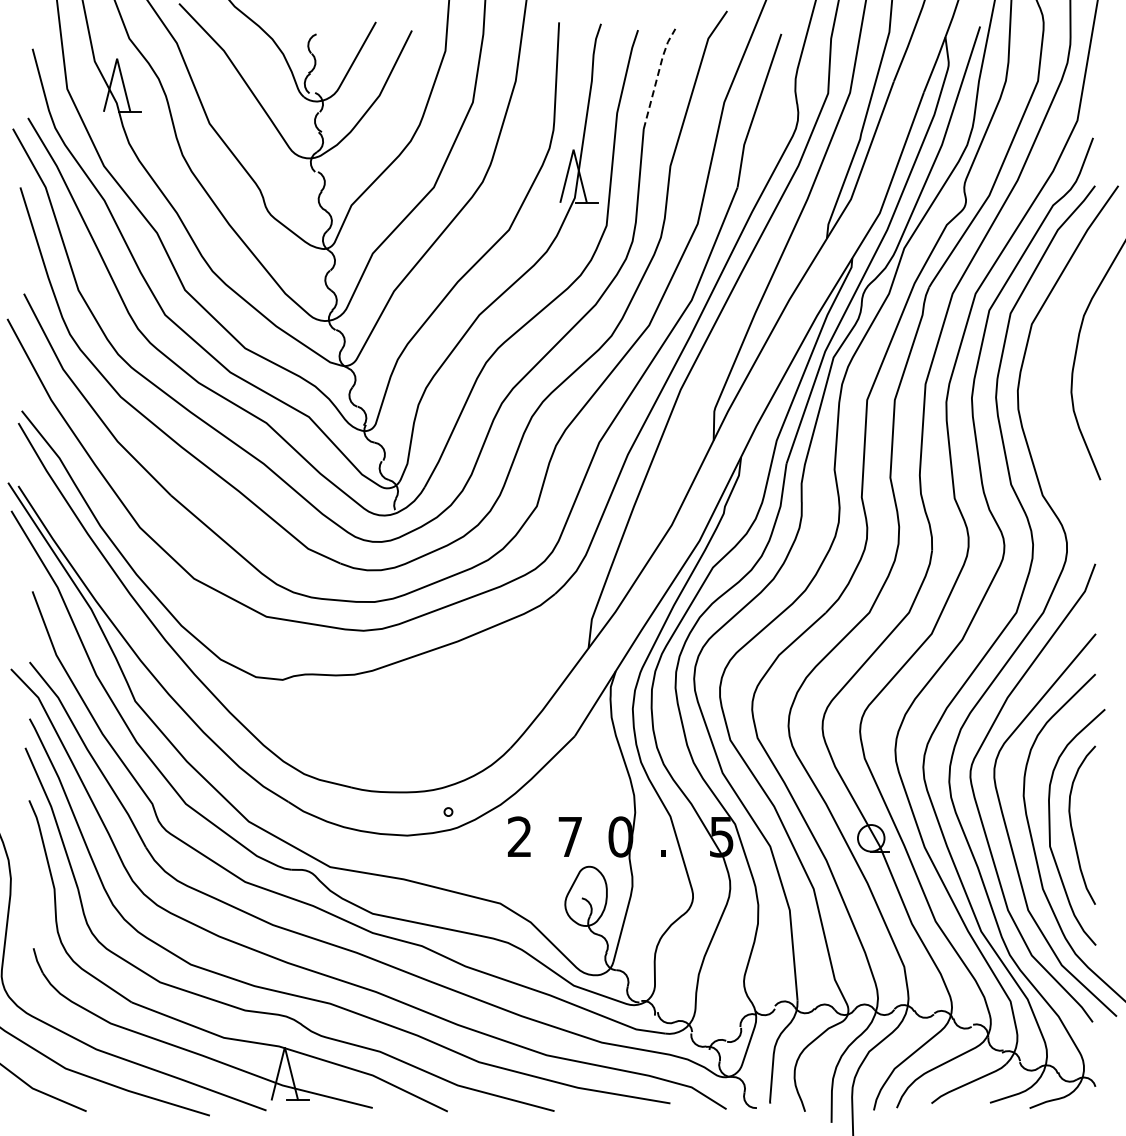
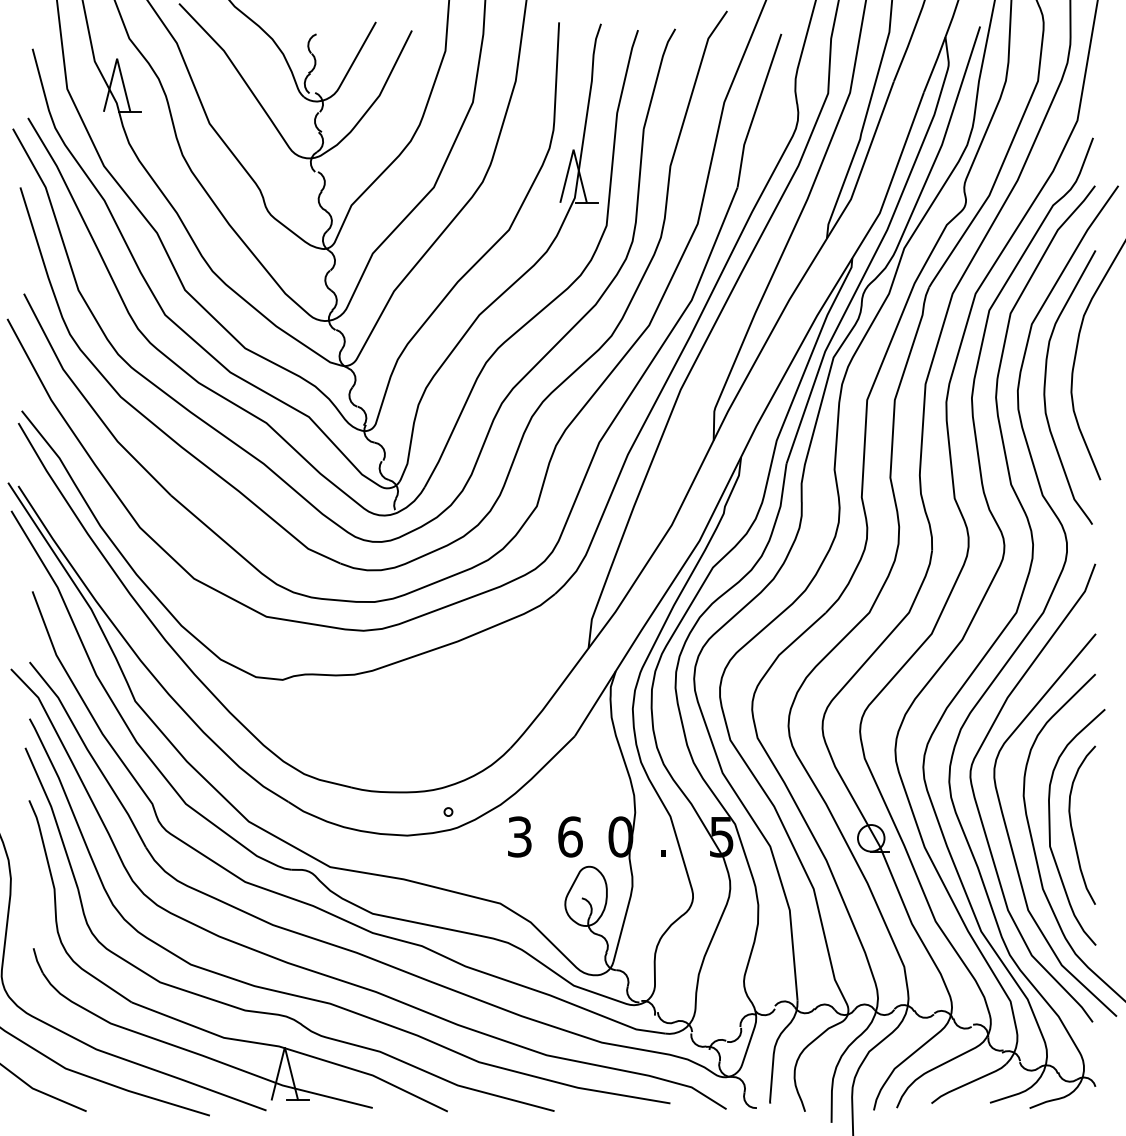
line at (657, 76): dashed -> solid
curve at (1045, 387): none -> present
text at (519, 836): 2 -> 3
text at (570, 836): 7 -> 6
